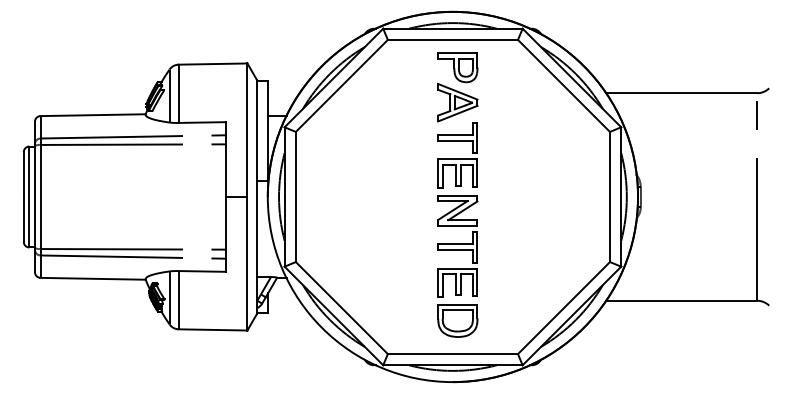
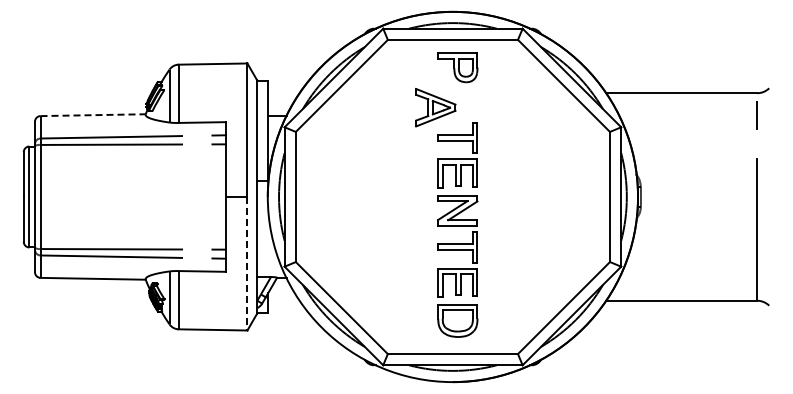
part at (457, 102) position: (457, 102) -> (435, 107)
line at (93, 115): solid -> dashed
line at (247, 263): solid -> dashed
